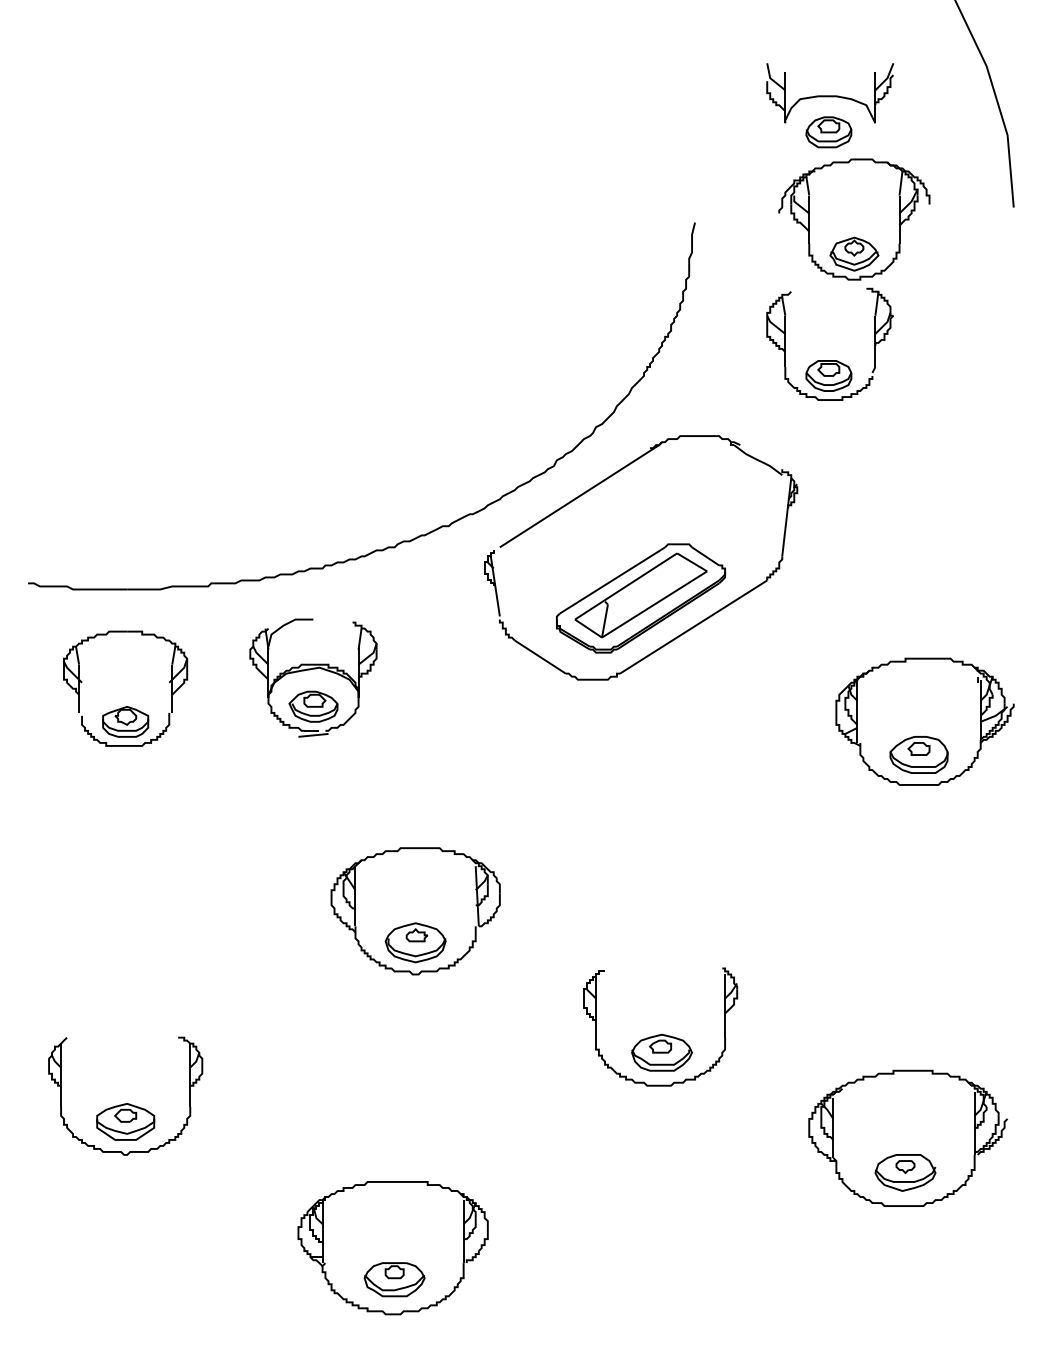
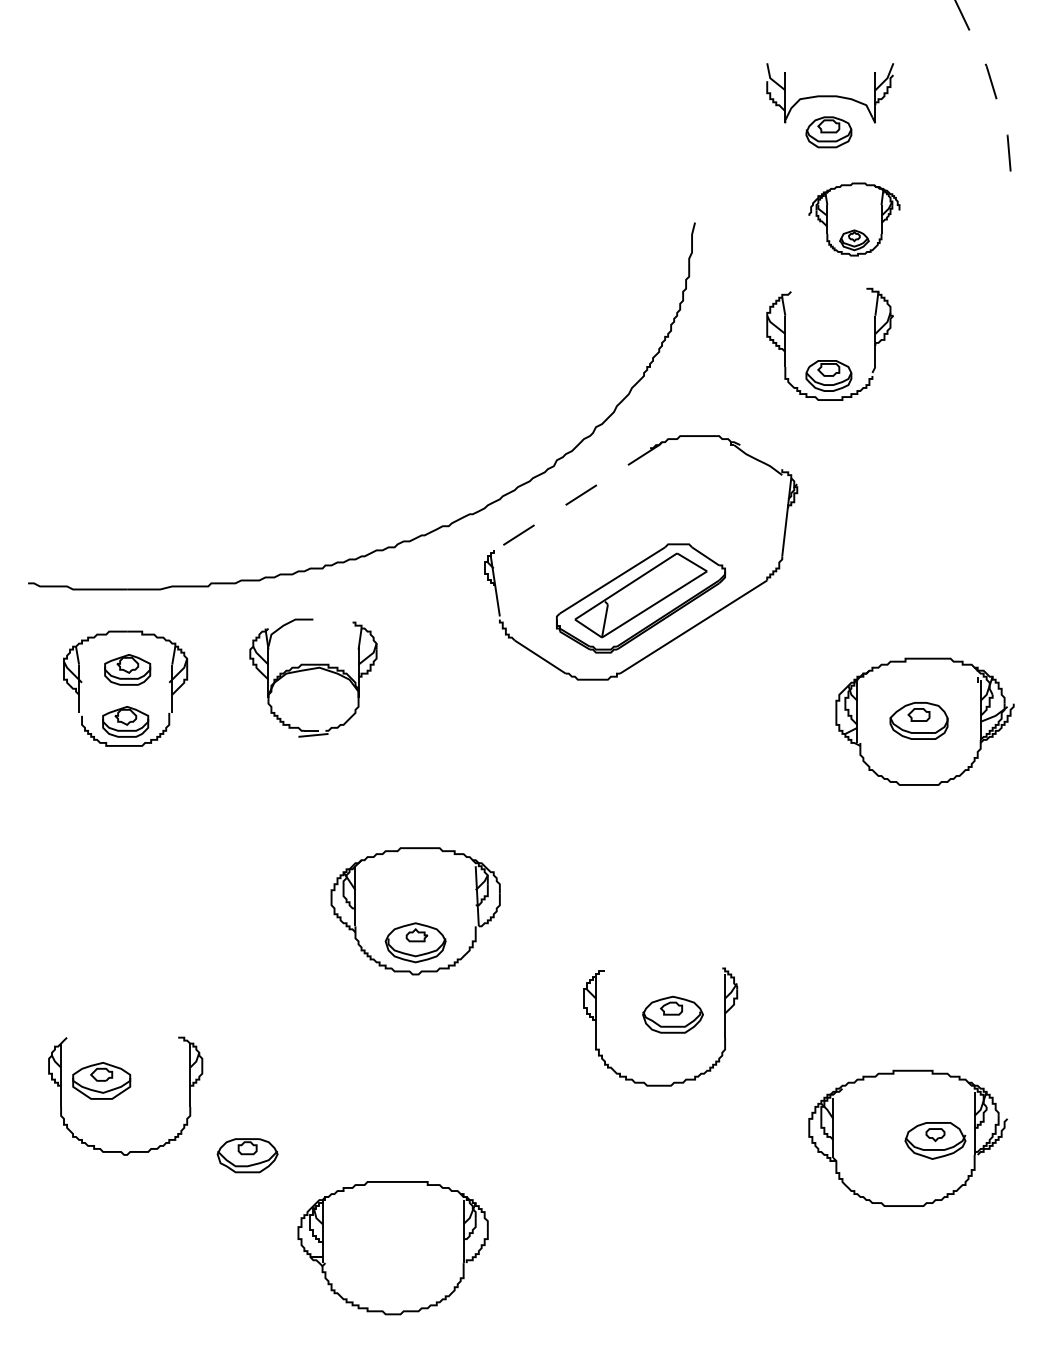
line at (997, 101): solid -> dashed
part at (854, 219) size: 153x123 px -> 93x75 px
line at (579, 496): solid -> dashed
part at (127, 669): none -> present
part at (313, 706): present -> none
part at (918, 754) position: (918, 754) -> (918, 720)
part at (661, 1052) position: (661, 1052) -> (672, 1014)
part at (125, 1121) position: (125, 1121) -> (101, 1080)
part at (905, 1172) position: (905, 1172) -> (935, 1140)
part at (394, 1279) position: (394, 1279) -> (247, 1155)
